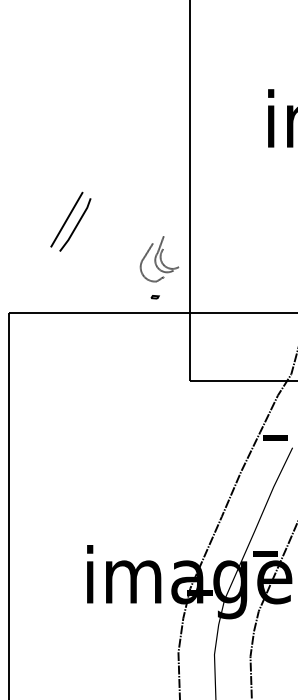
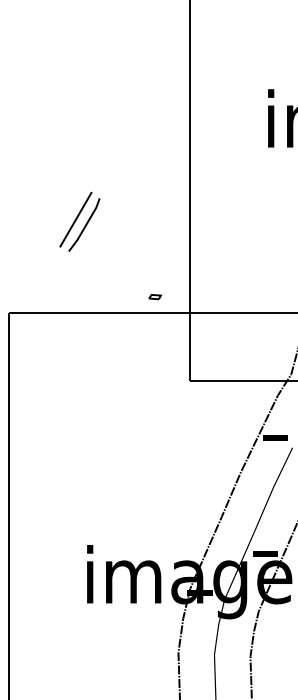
part at (70, 221) position: (70, 221) -> (79, 221)
part at (159, 259): present -> none
part at (154, 297) size: 10x5 px -> 15x7 px
